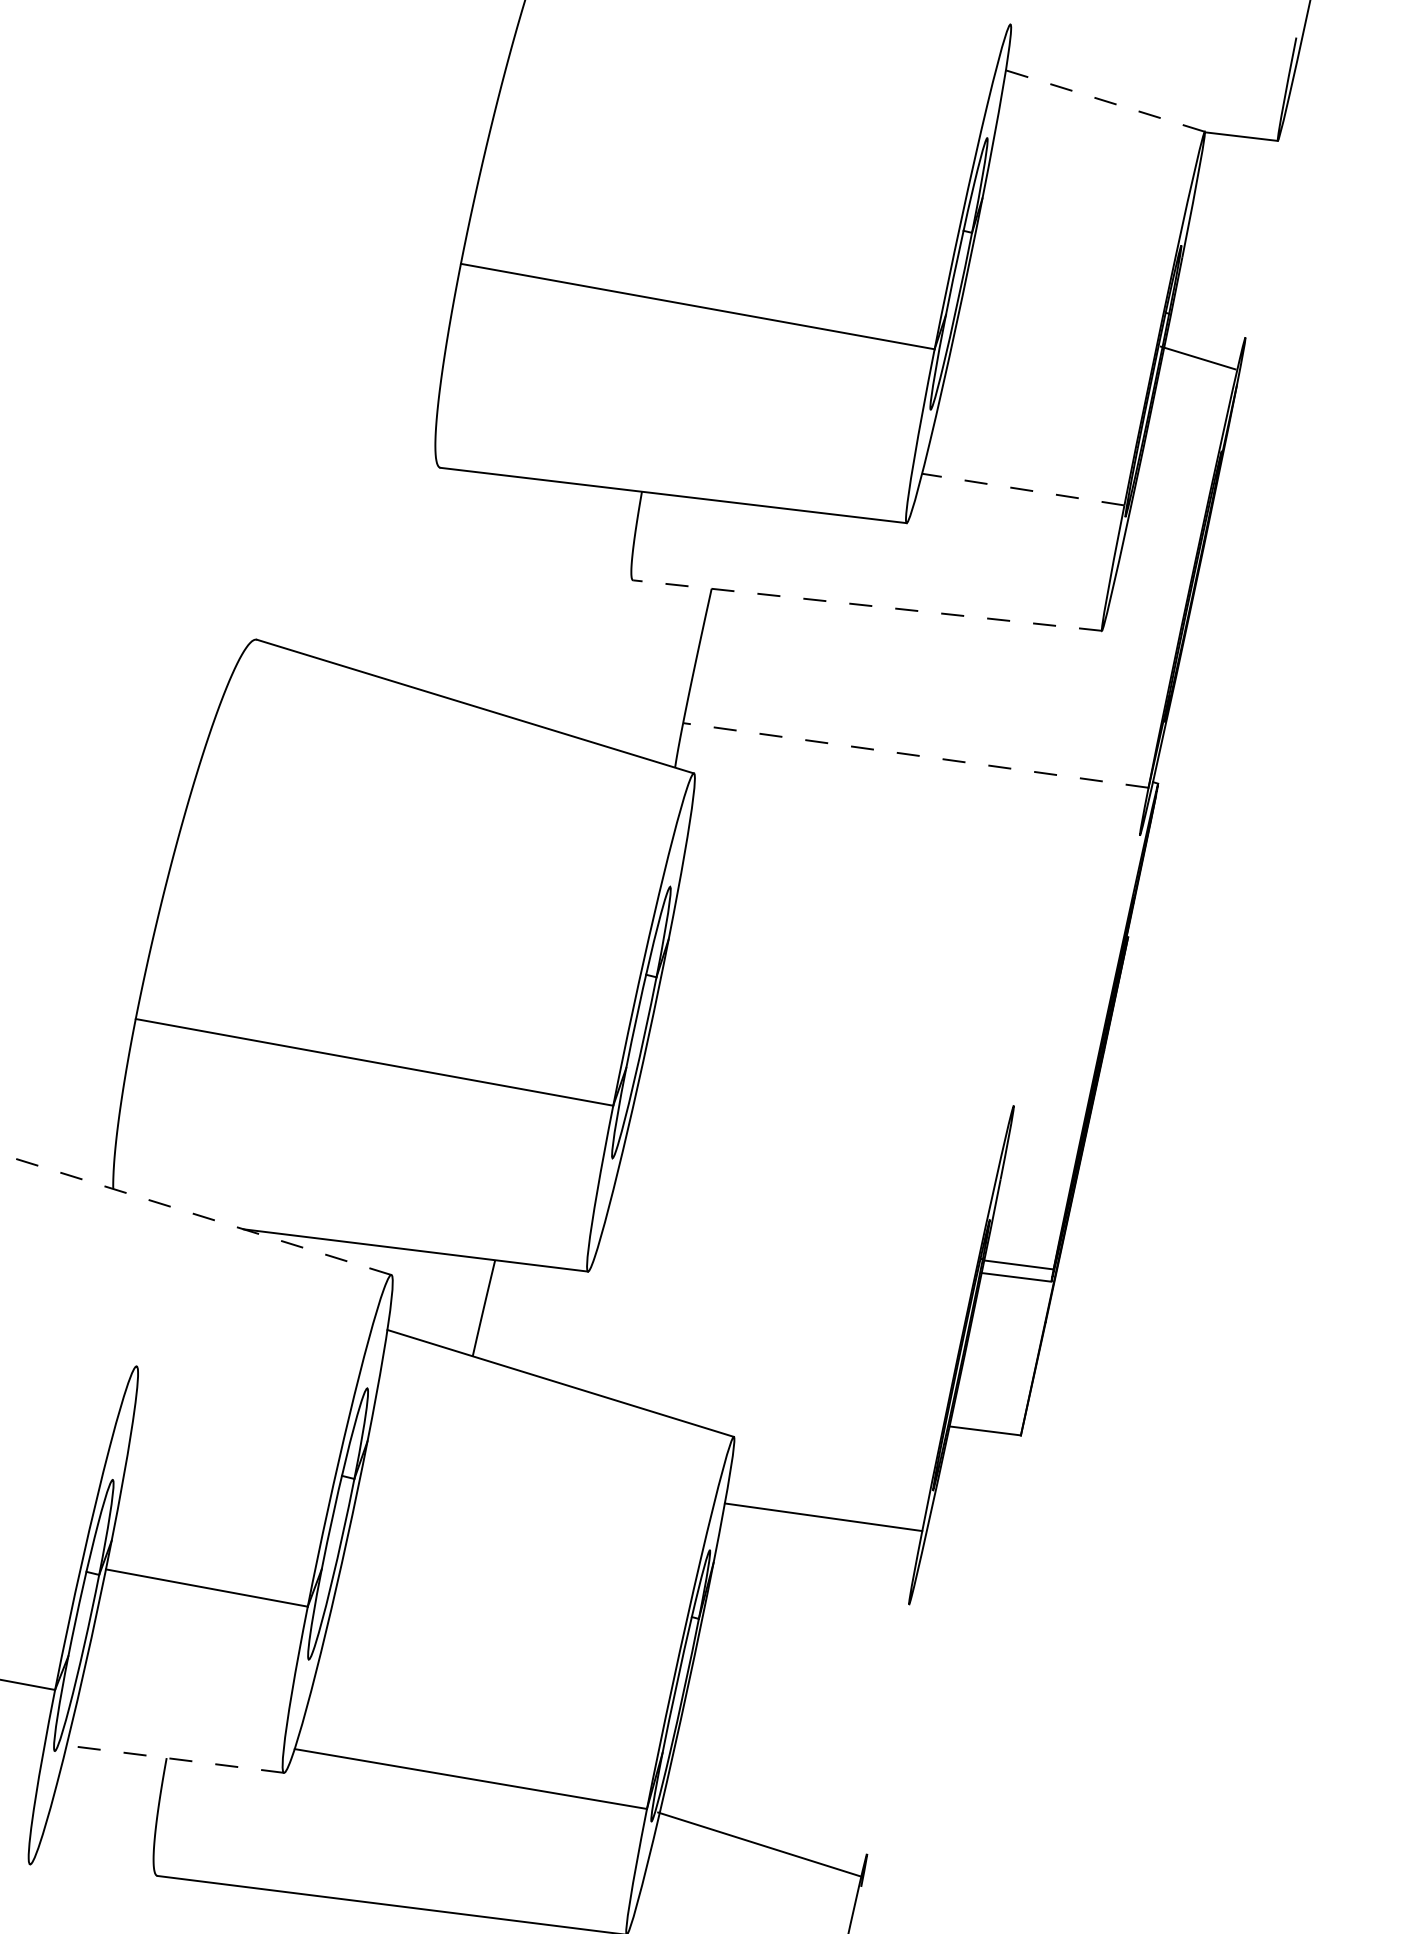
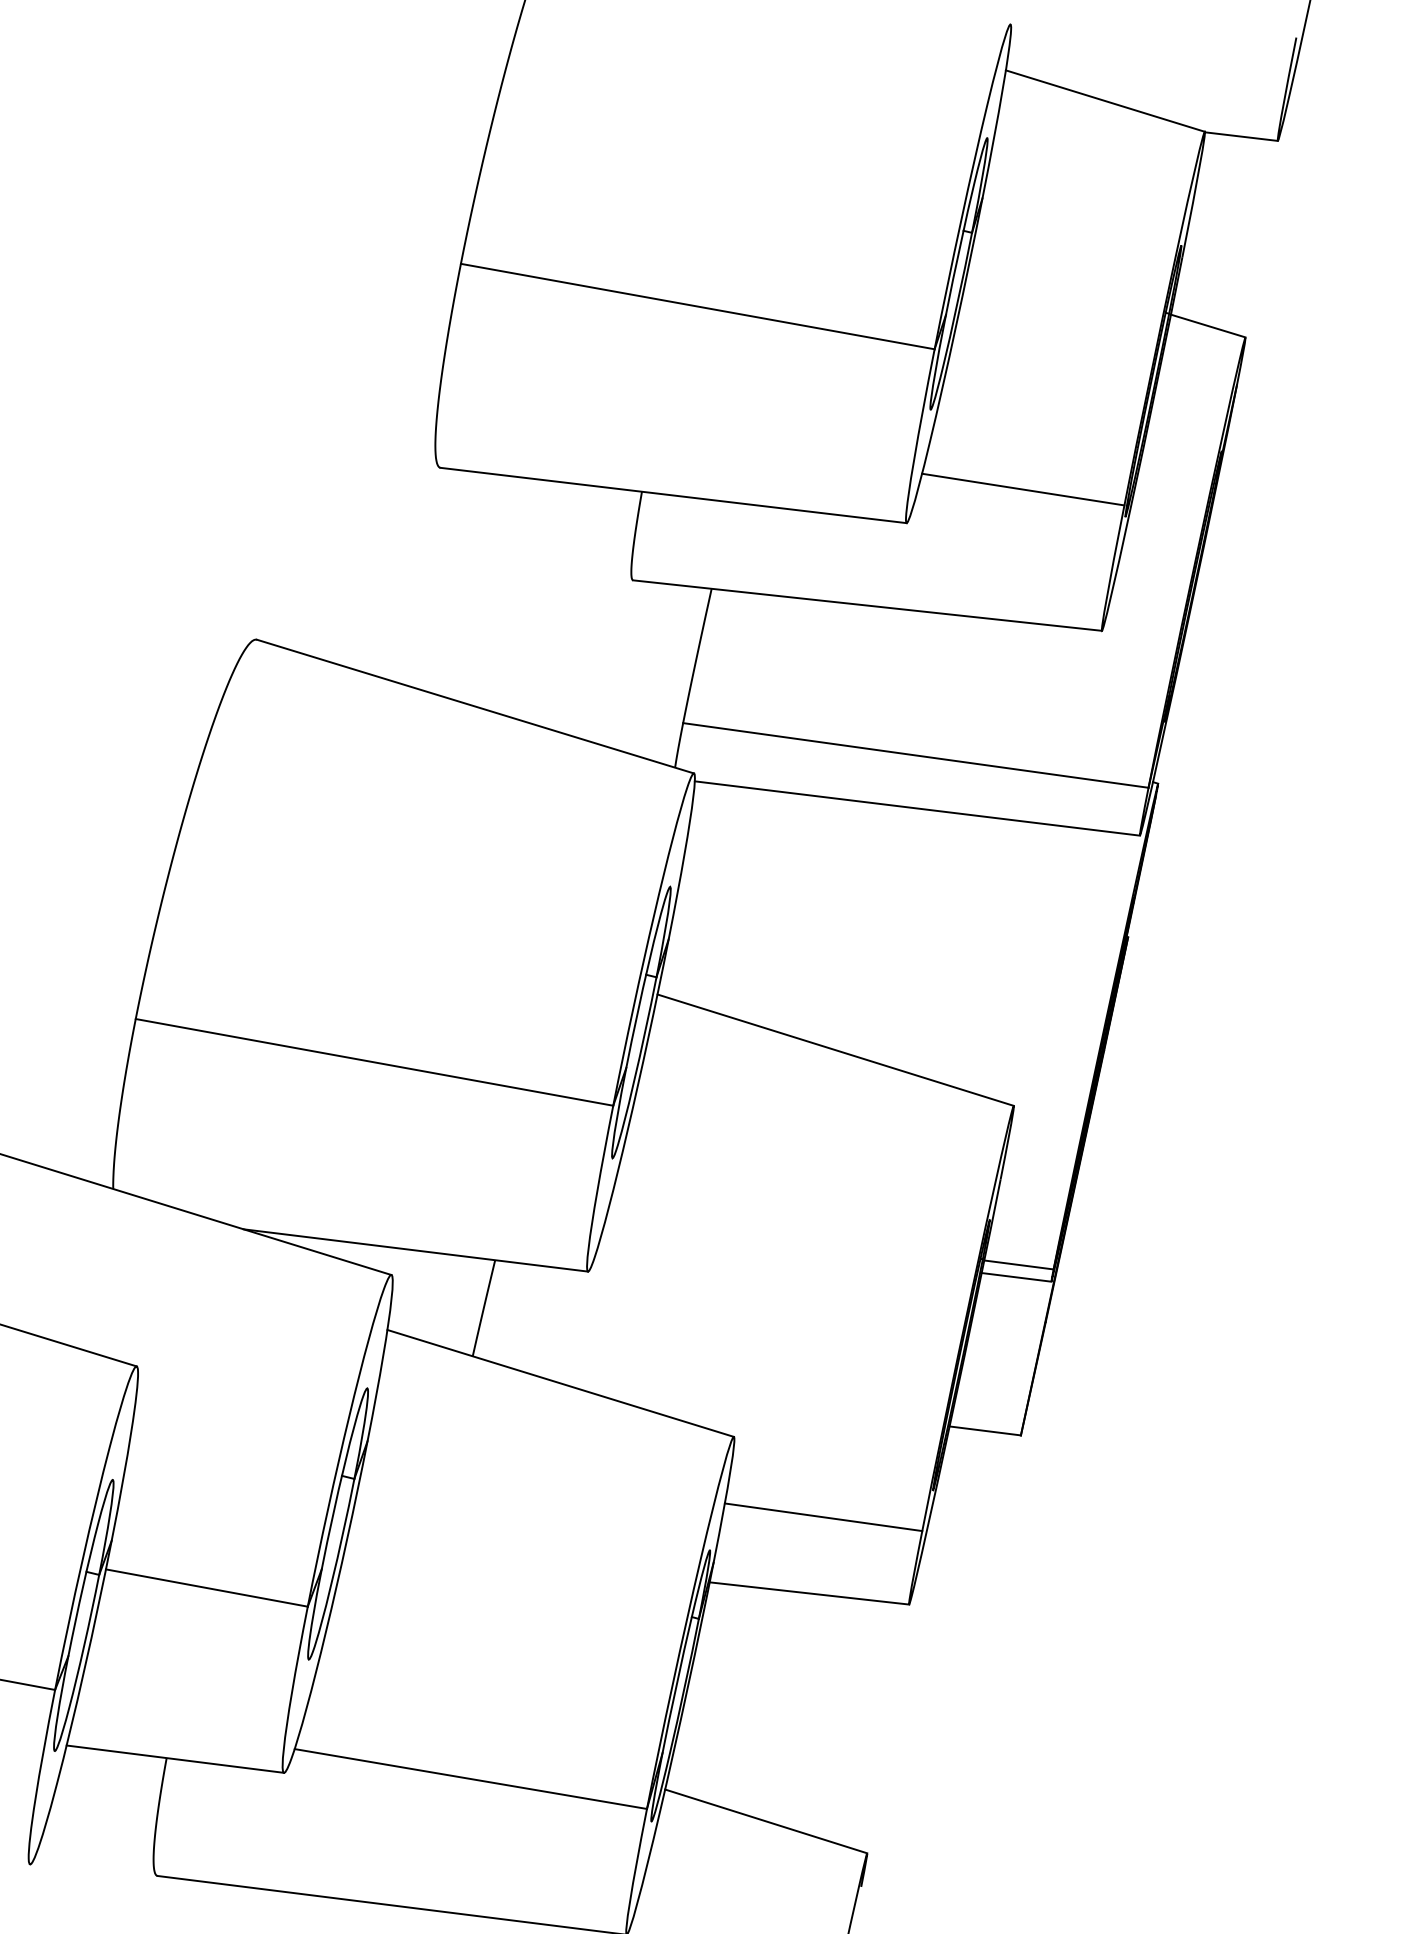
line at (1104, 100): dashed -> solid
line at (1197, 357) position: (1197, 357) -> (1207, 325)
line at (1022, 489): dashed -> solid
line at (867, 605): dashed -> solid
line at (915, 755): dashed -> solid
line at (916, 808): none -> present
line at (835, 1049): none -> present
line at (196, 1214): dashed -> solid
line at (69, 1345): none -> present
line at (809, 1593): none -> present
line at (175, 1759): dashed -> solid
line at (759, 1844) position: (759, 1844) -> (766, 1821)
